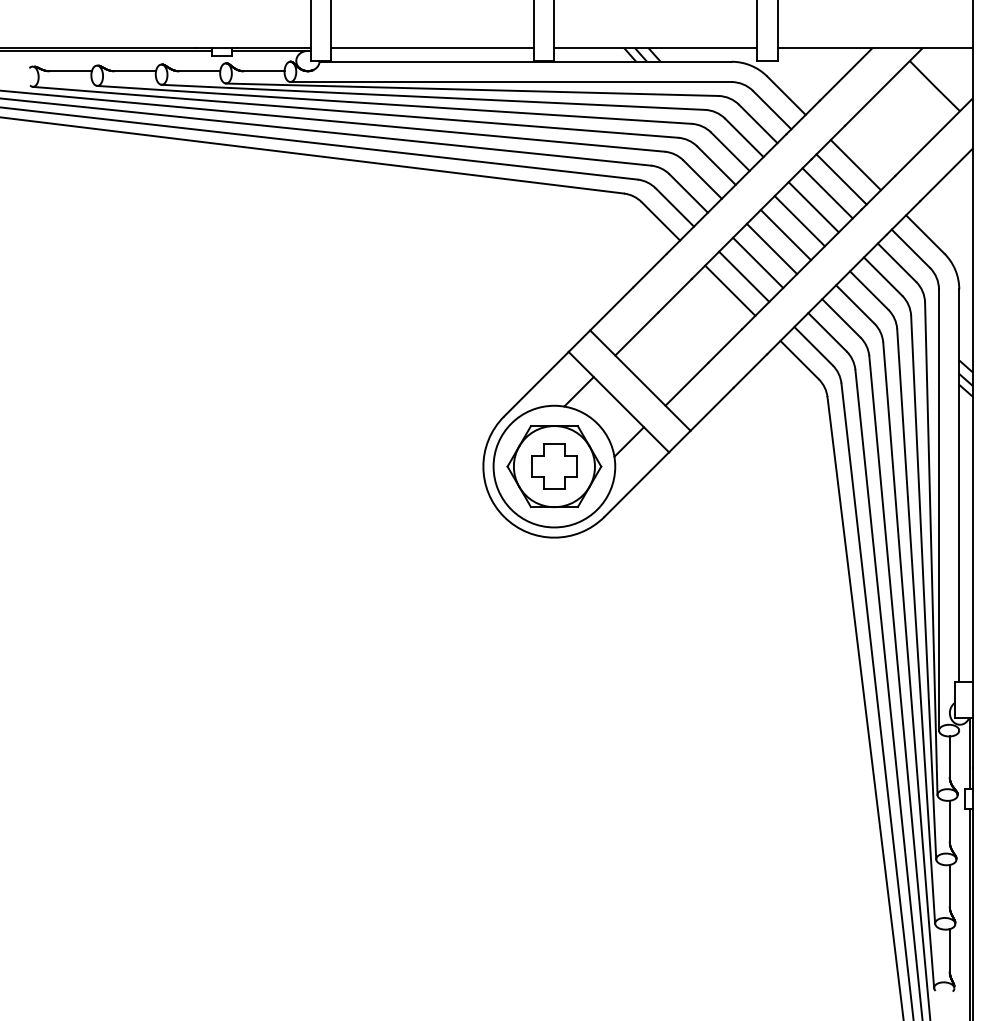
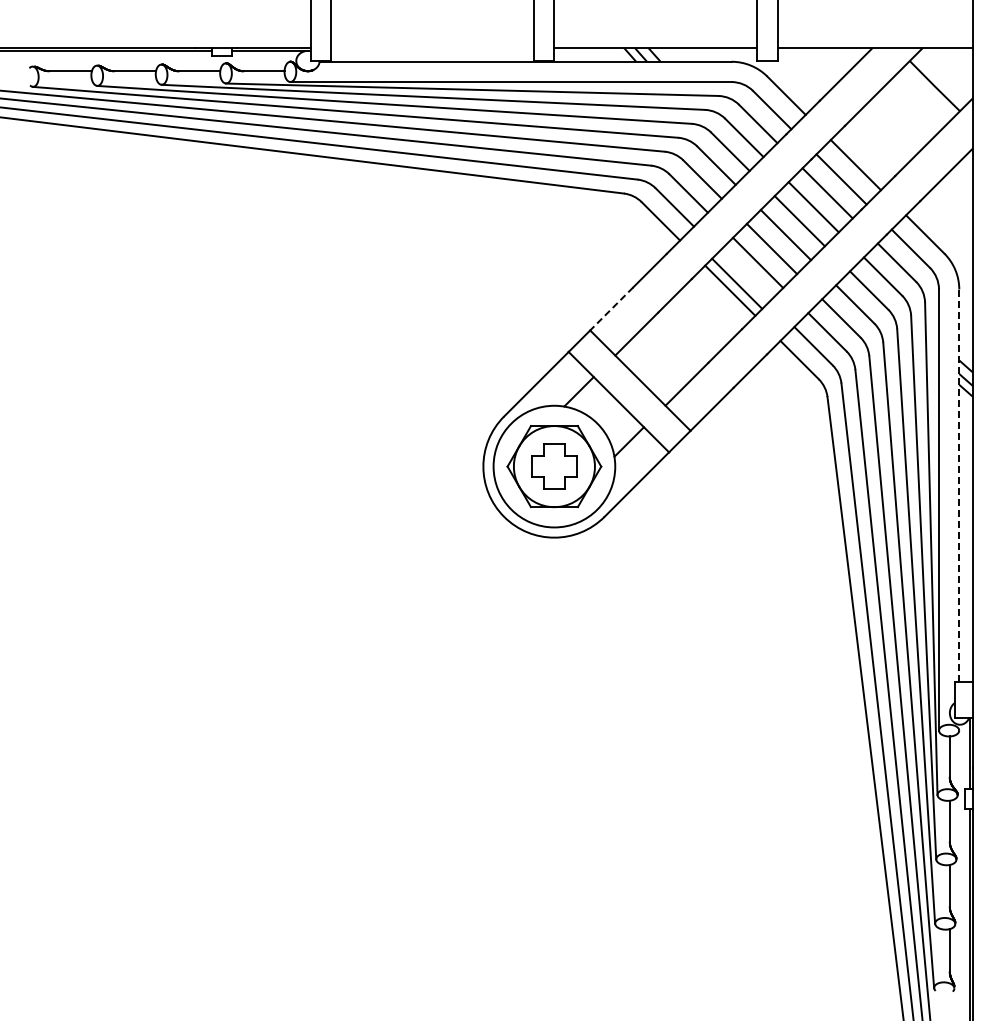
line at (432, 48): present -> none
line at (744, 276) position: (744, 276) -> (737, 283)
line at (611, 309): solid -> dashed
line at (959, 485): solid -> dashed
